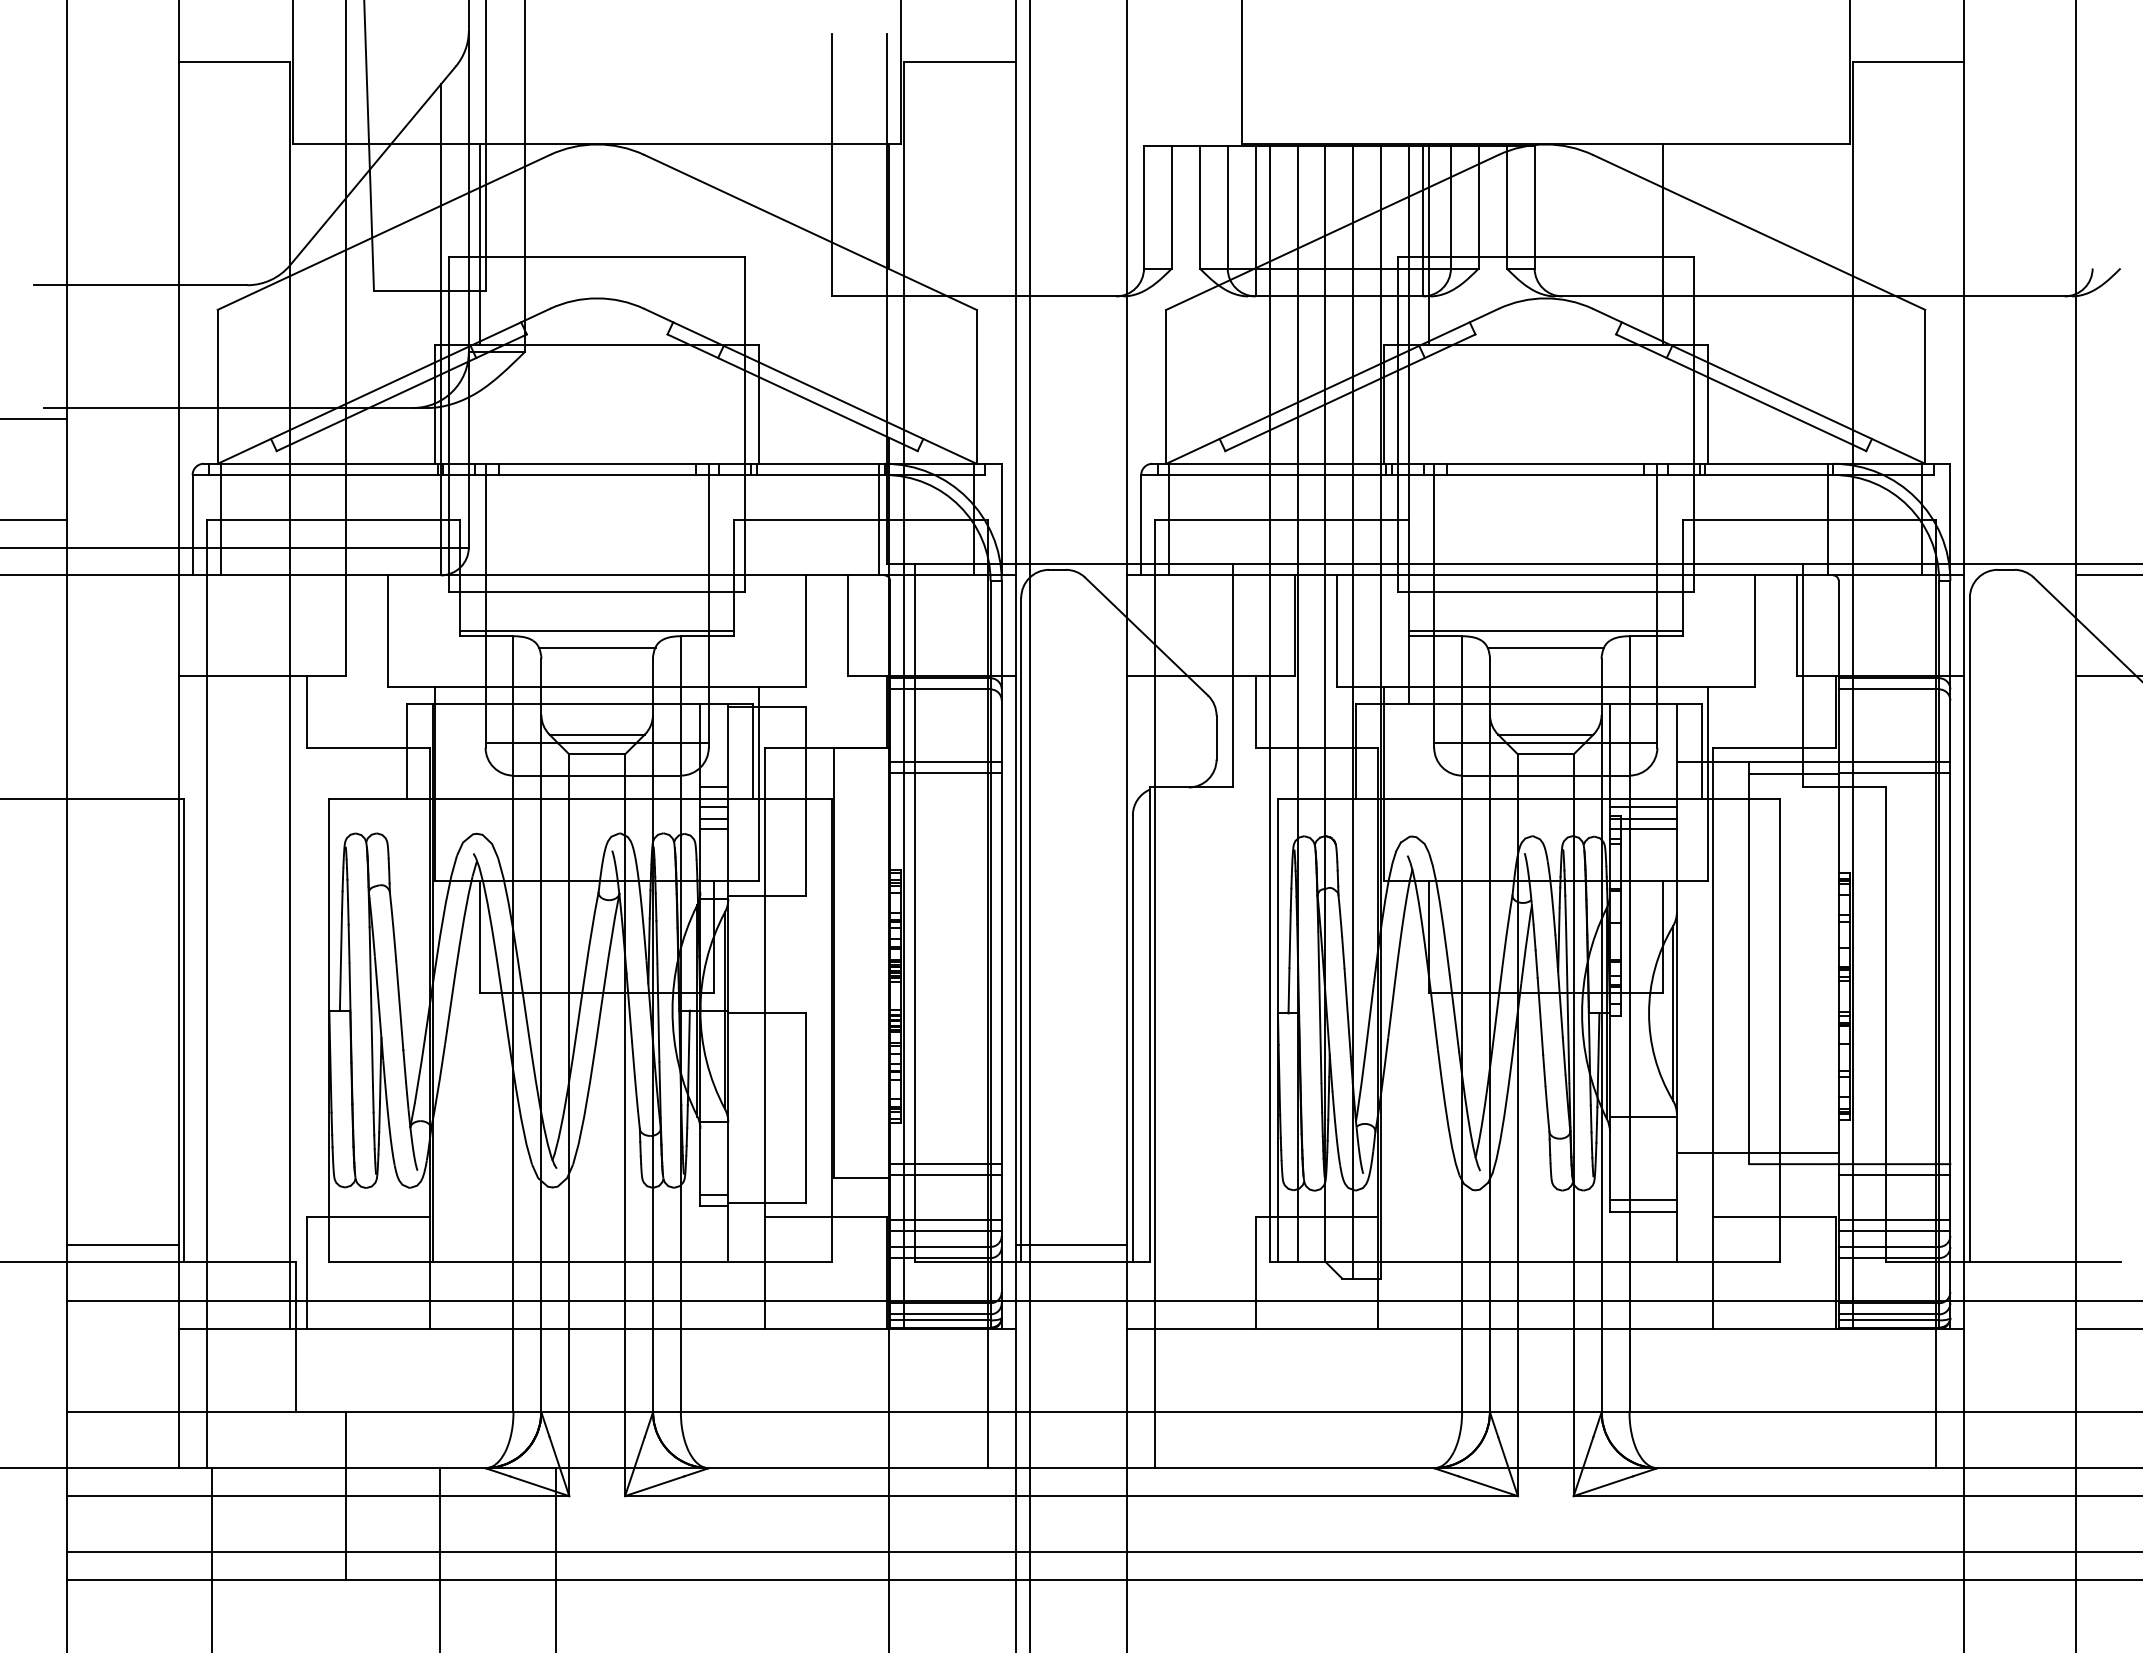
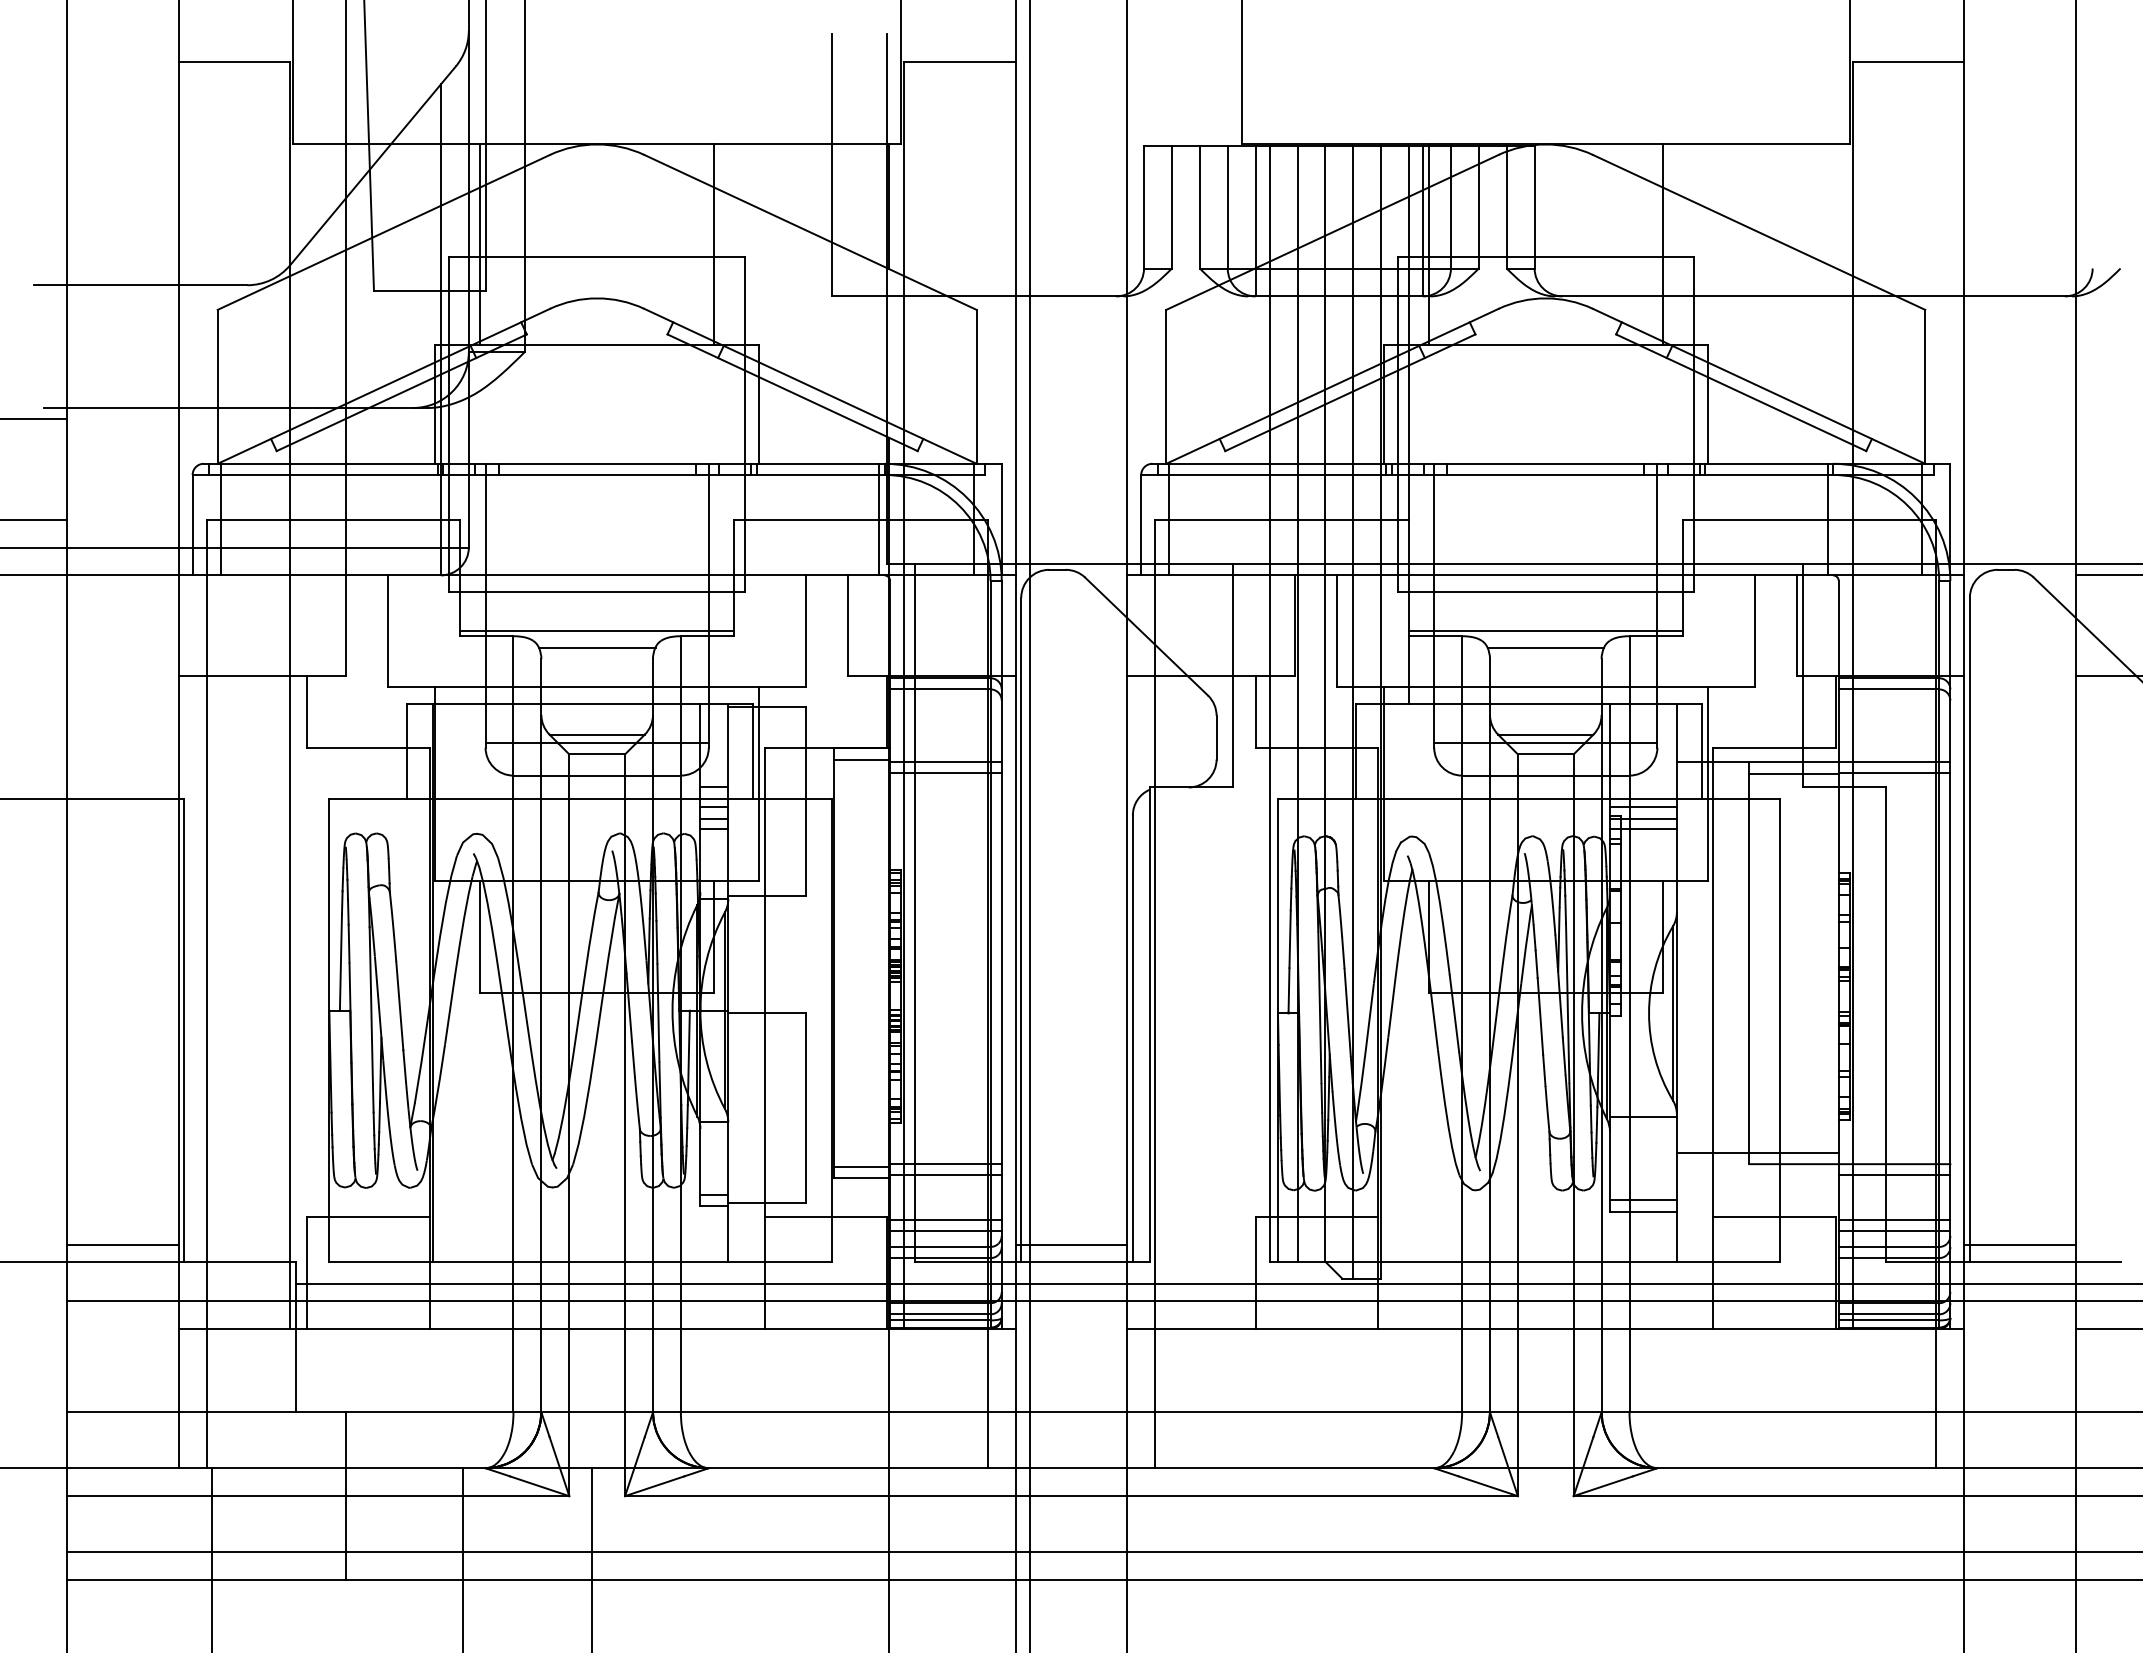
line at (714, 244): none -> present
line at (862, 759): none -> present
line at (862, 1166): none -> present
line at (2019, 1245): none -> present
line at (1217, 1284): none -> present
line at (440, 1558) position: (440, 1558) -> (463, 1558)
line at (555, 1558) position: (555, 1558) -> (591, 1558)
